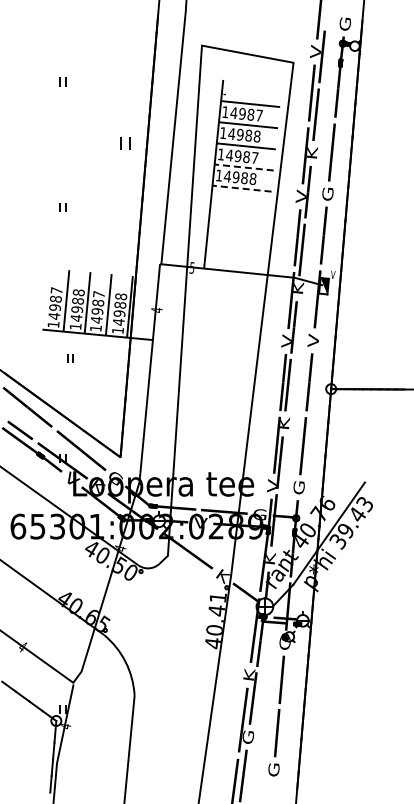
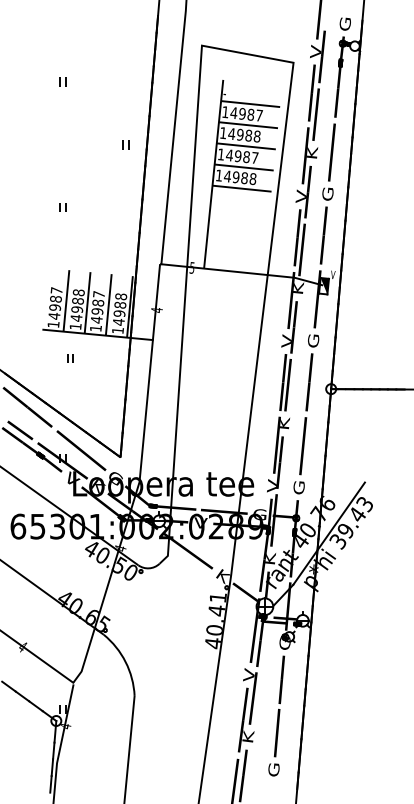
part at (125, 143) size: 11x13 px -> 8x10 px
line at (244, 167): dashed -> solid
line at (242, 188): dashed -> solid
text at (313, 340): V -> G
text at (249, 674): K -> V
text at (248, 736): G -> K
